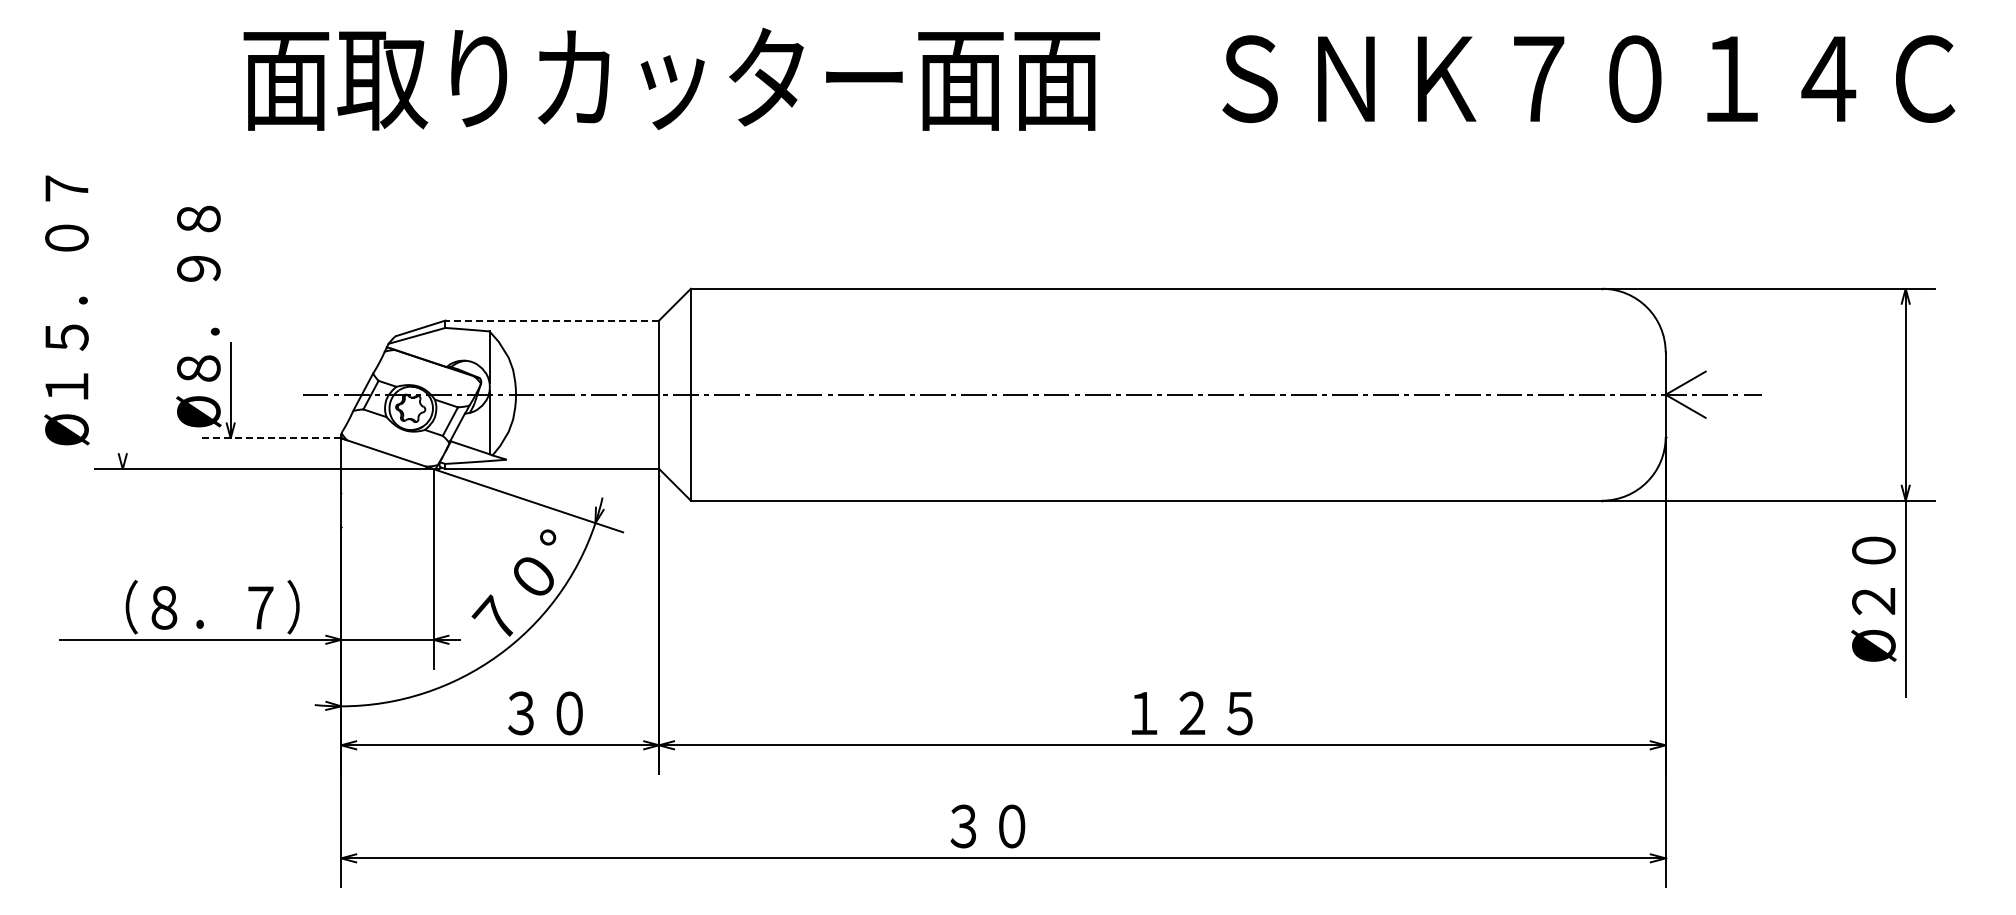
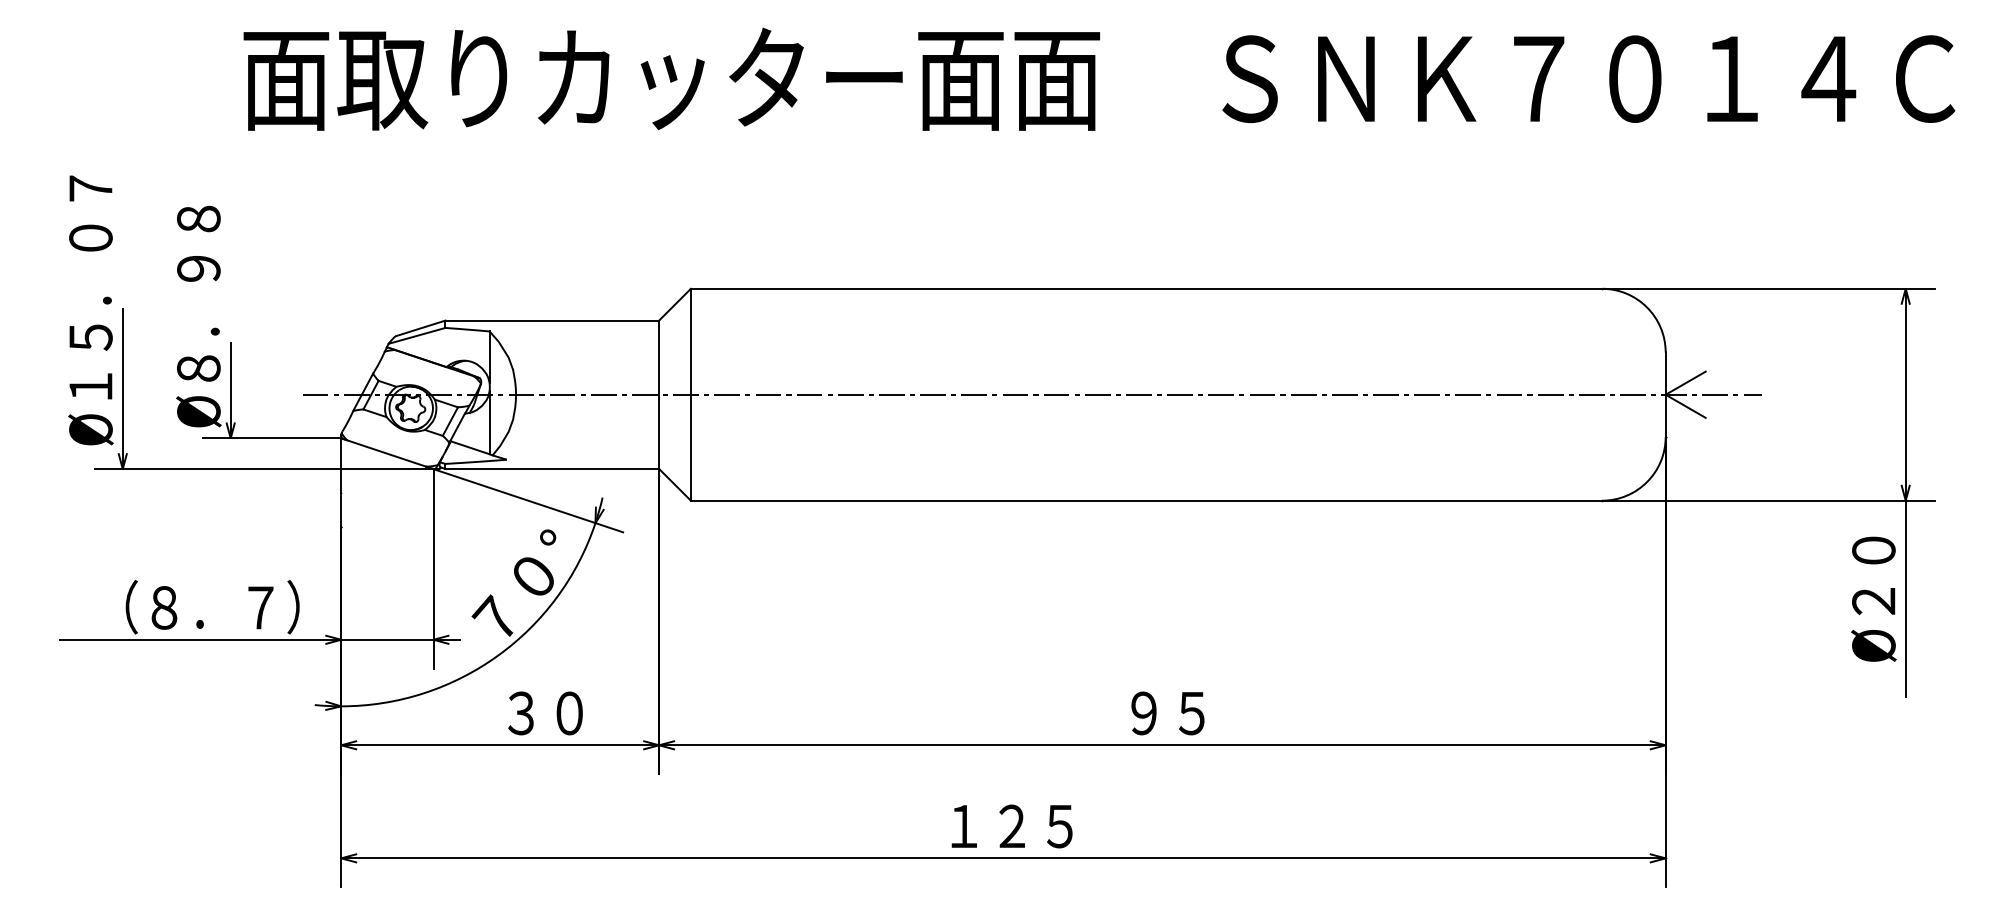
text at (66, 310) position: (66, 310) -> (90, 310)
line at (552, 320): dashed -> solid
line at (122, 389): none -> present
line at (270, 438): dashed -> solid
text at (1191, 713): １２５ -> ９５
text at (1011, 826): ３０ -> １２５
